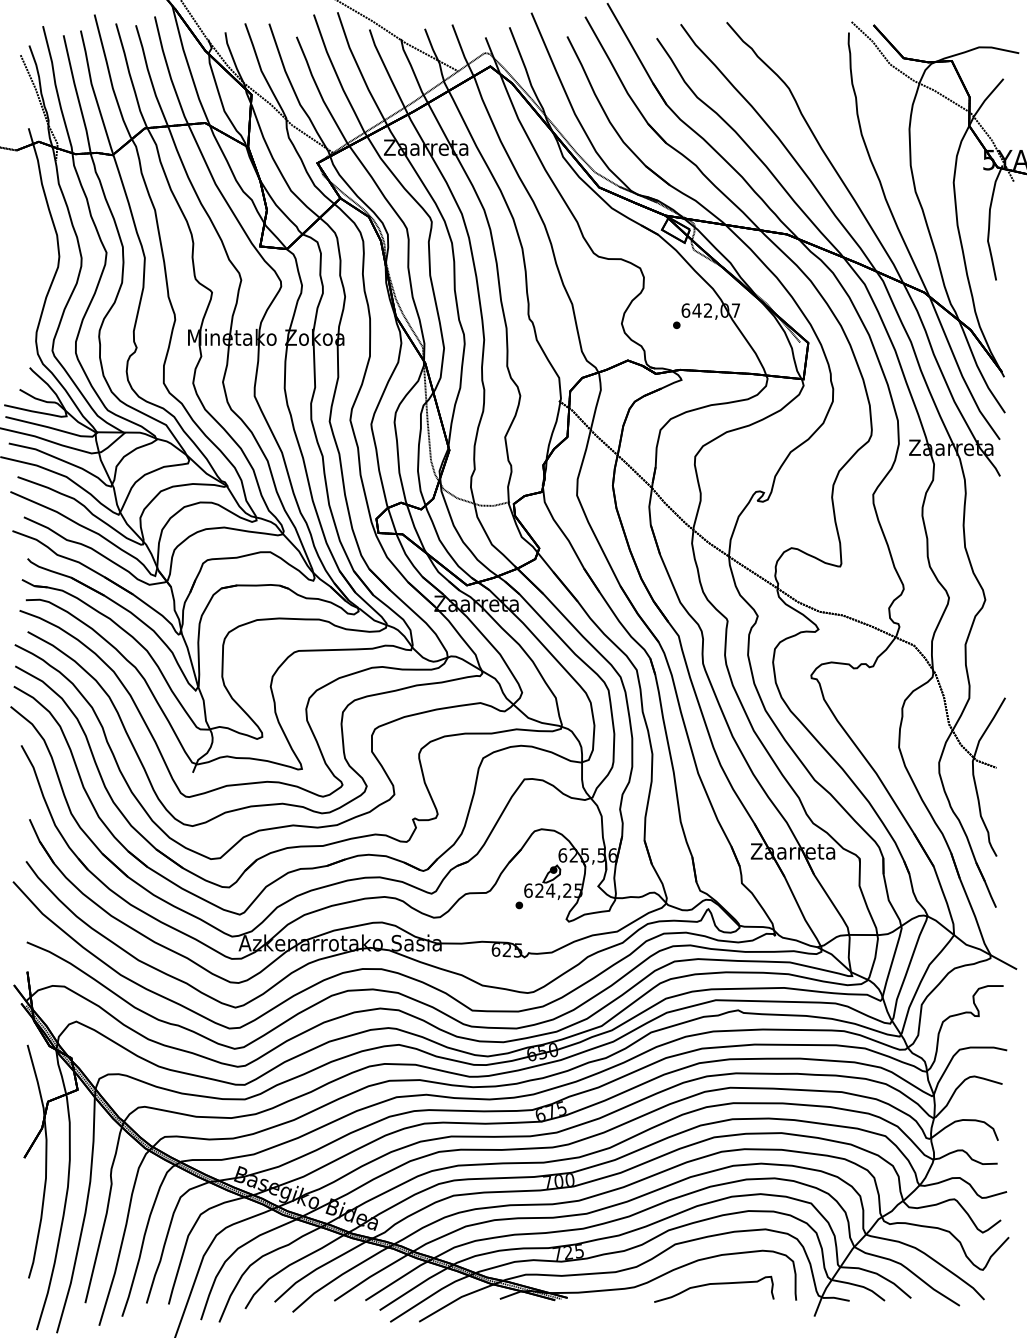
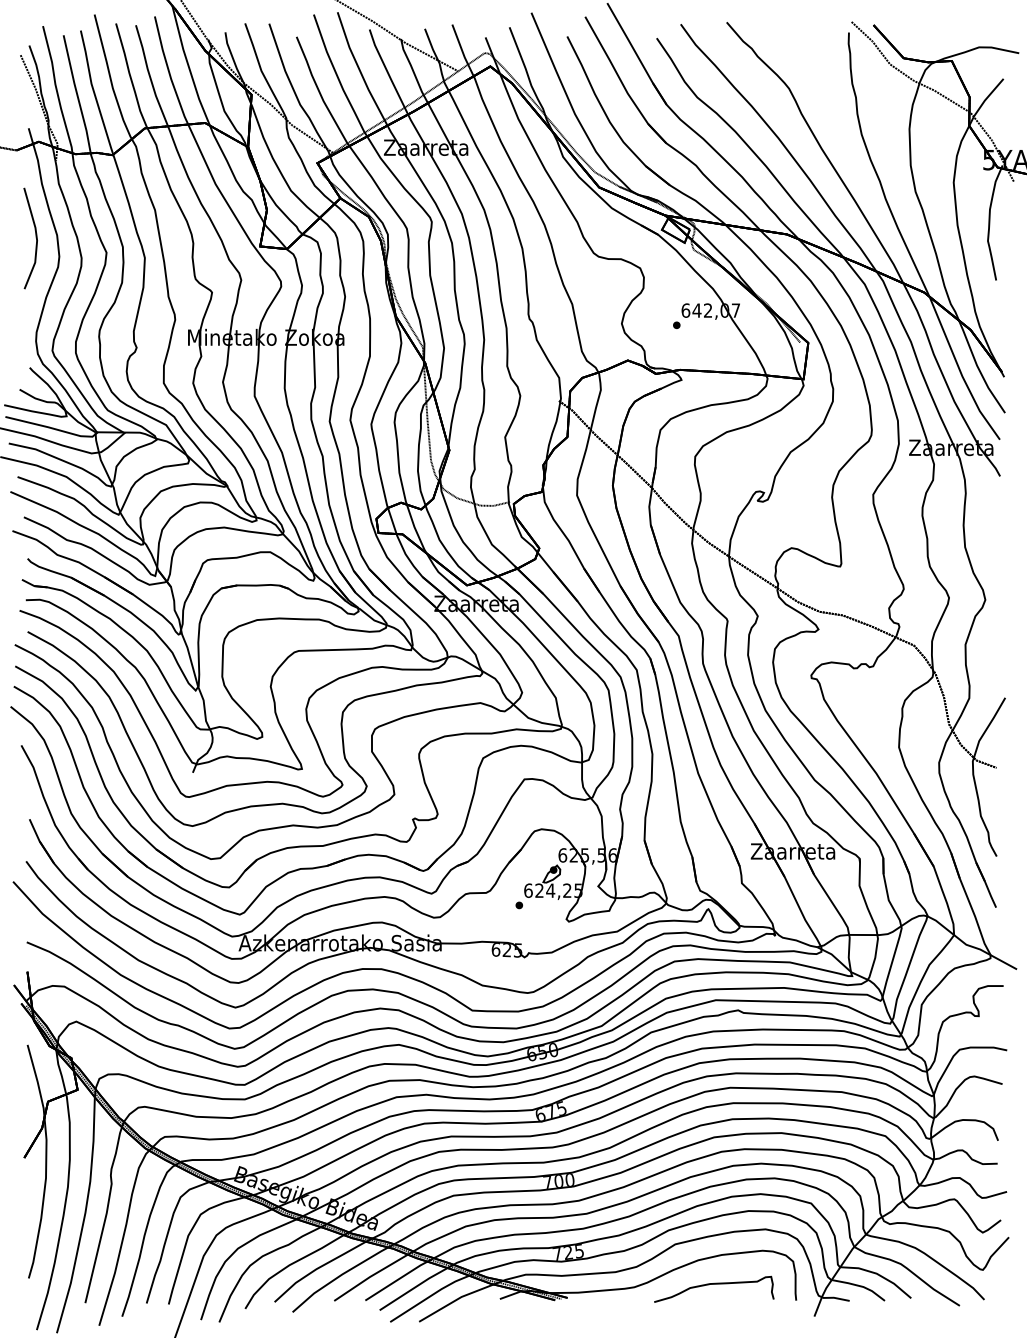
line at (35, 237): none -> present
